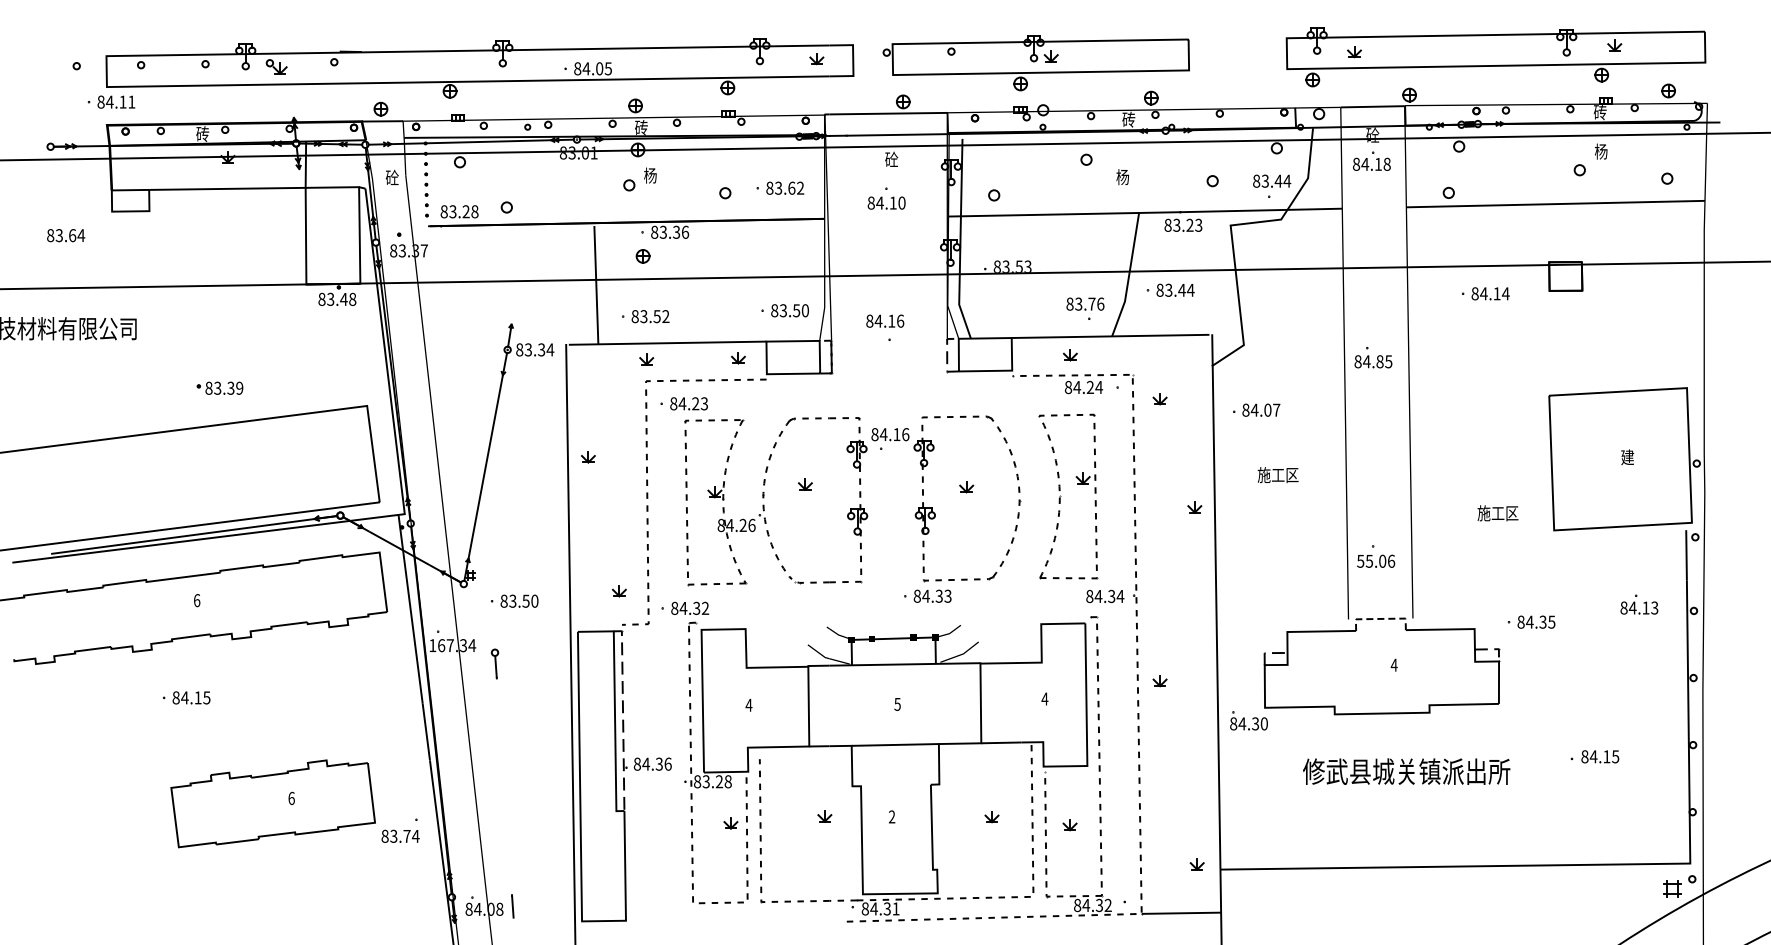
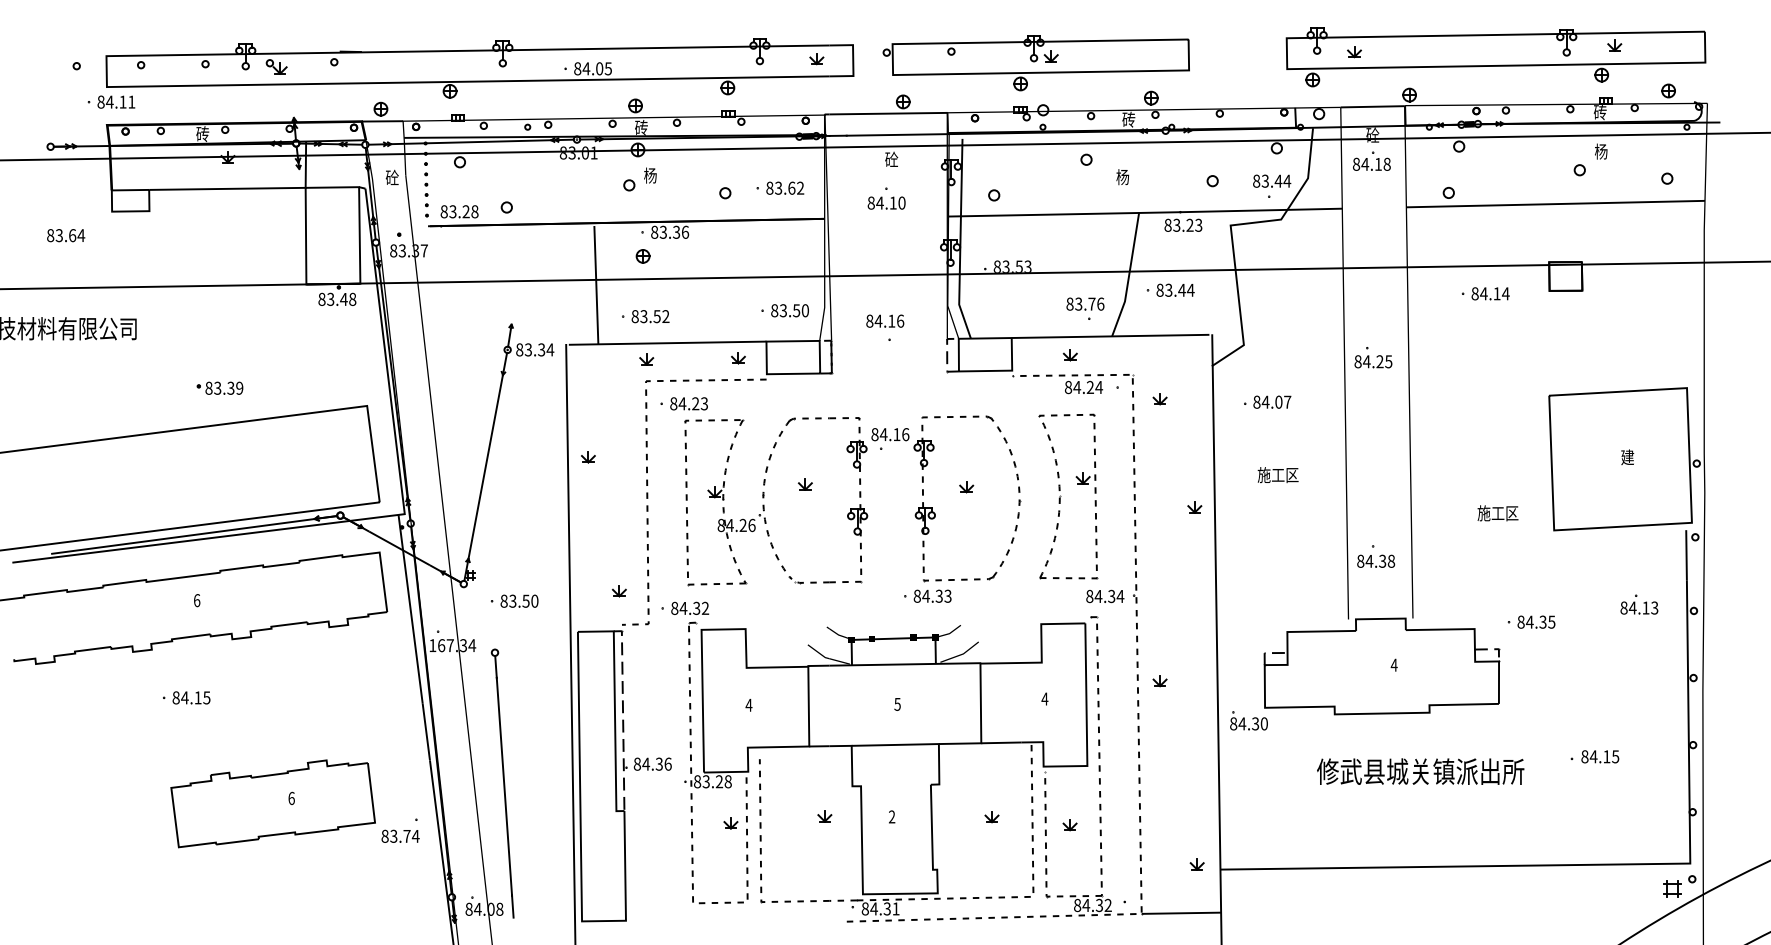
text at (1379, 361): 84.85 -> 84.25
text at (1256, 409) position: (1256, 409) -> (1267, 401)
text at (1376, 560): 55.06 -> 84.38
line at (1380, 618): dashed -> solid
text at (1406, 771) position: (1406, 771) -> (1420, 771)
line at (504, 786): none -> present
